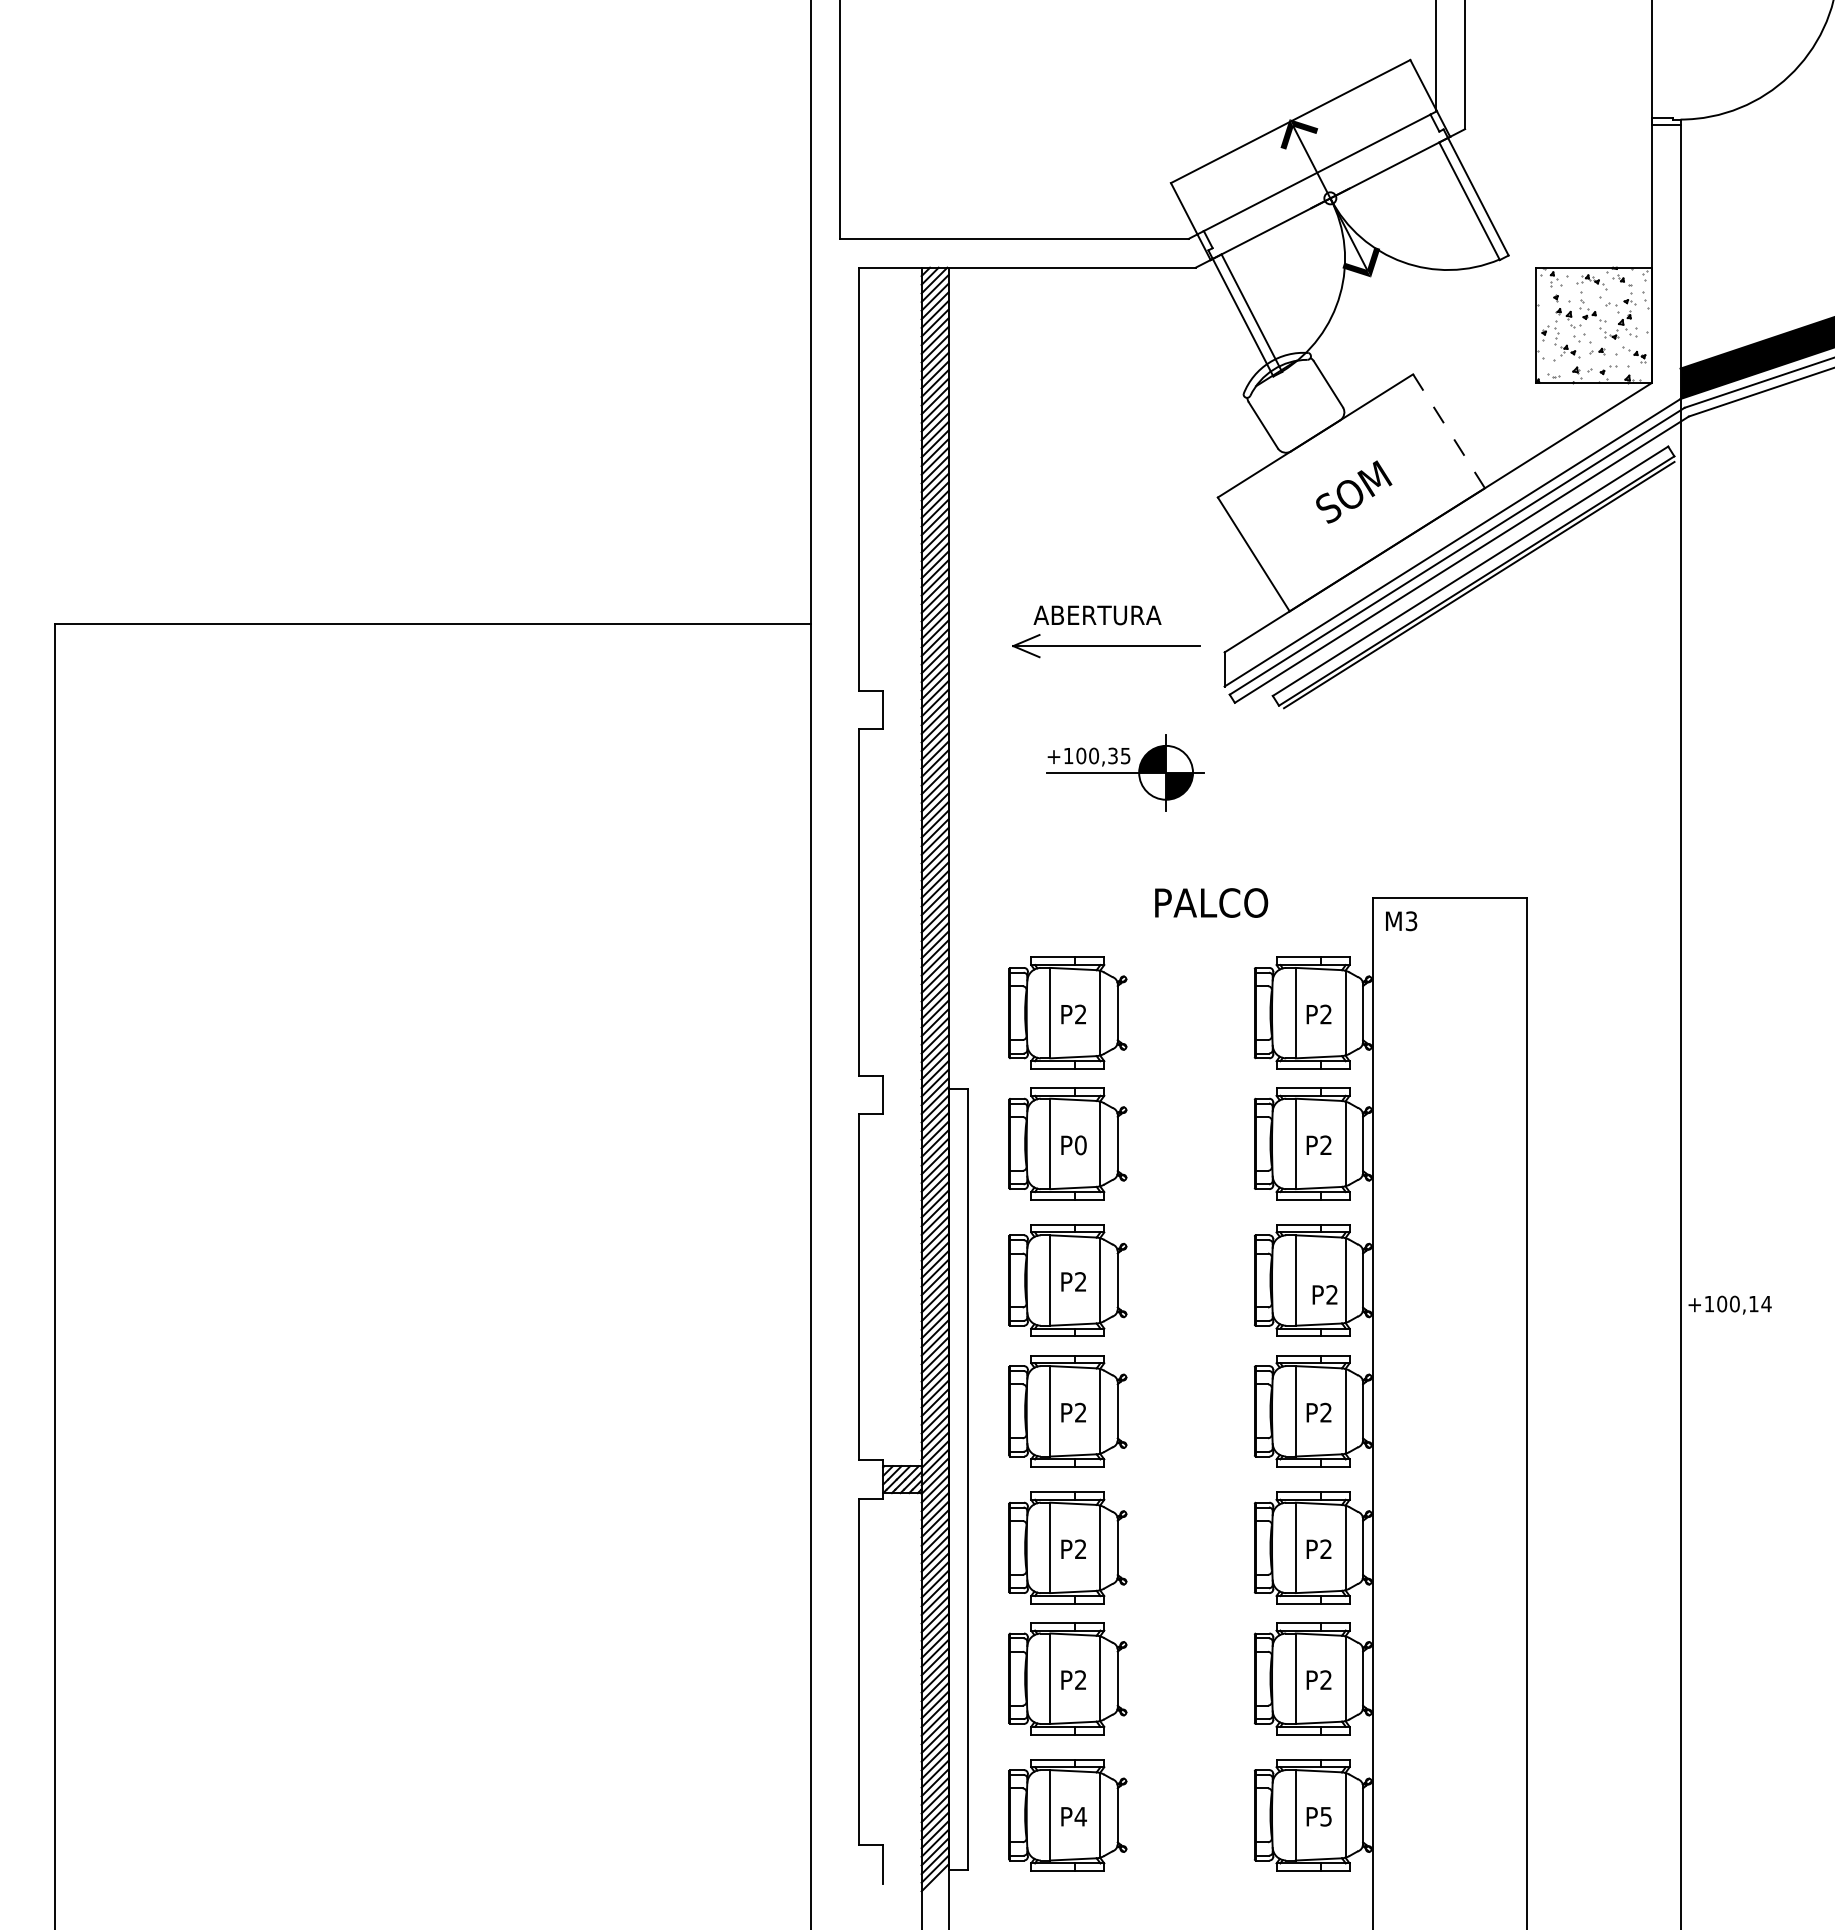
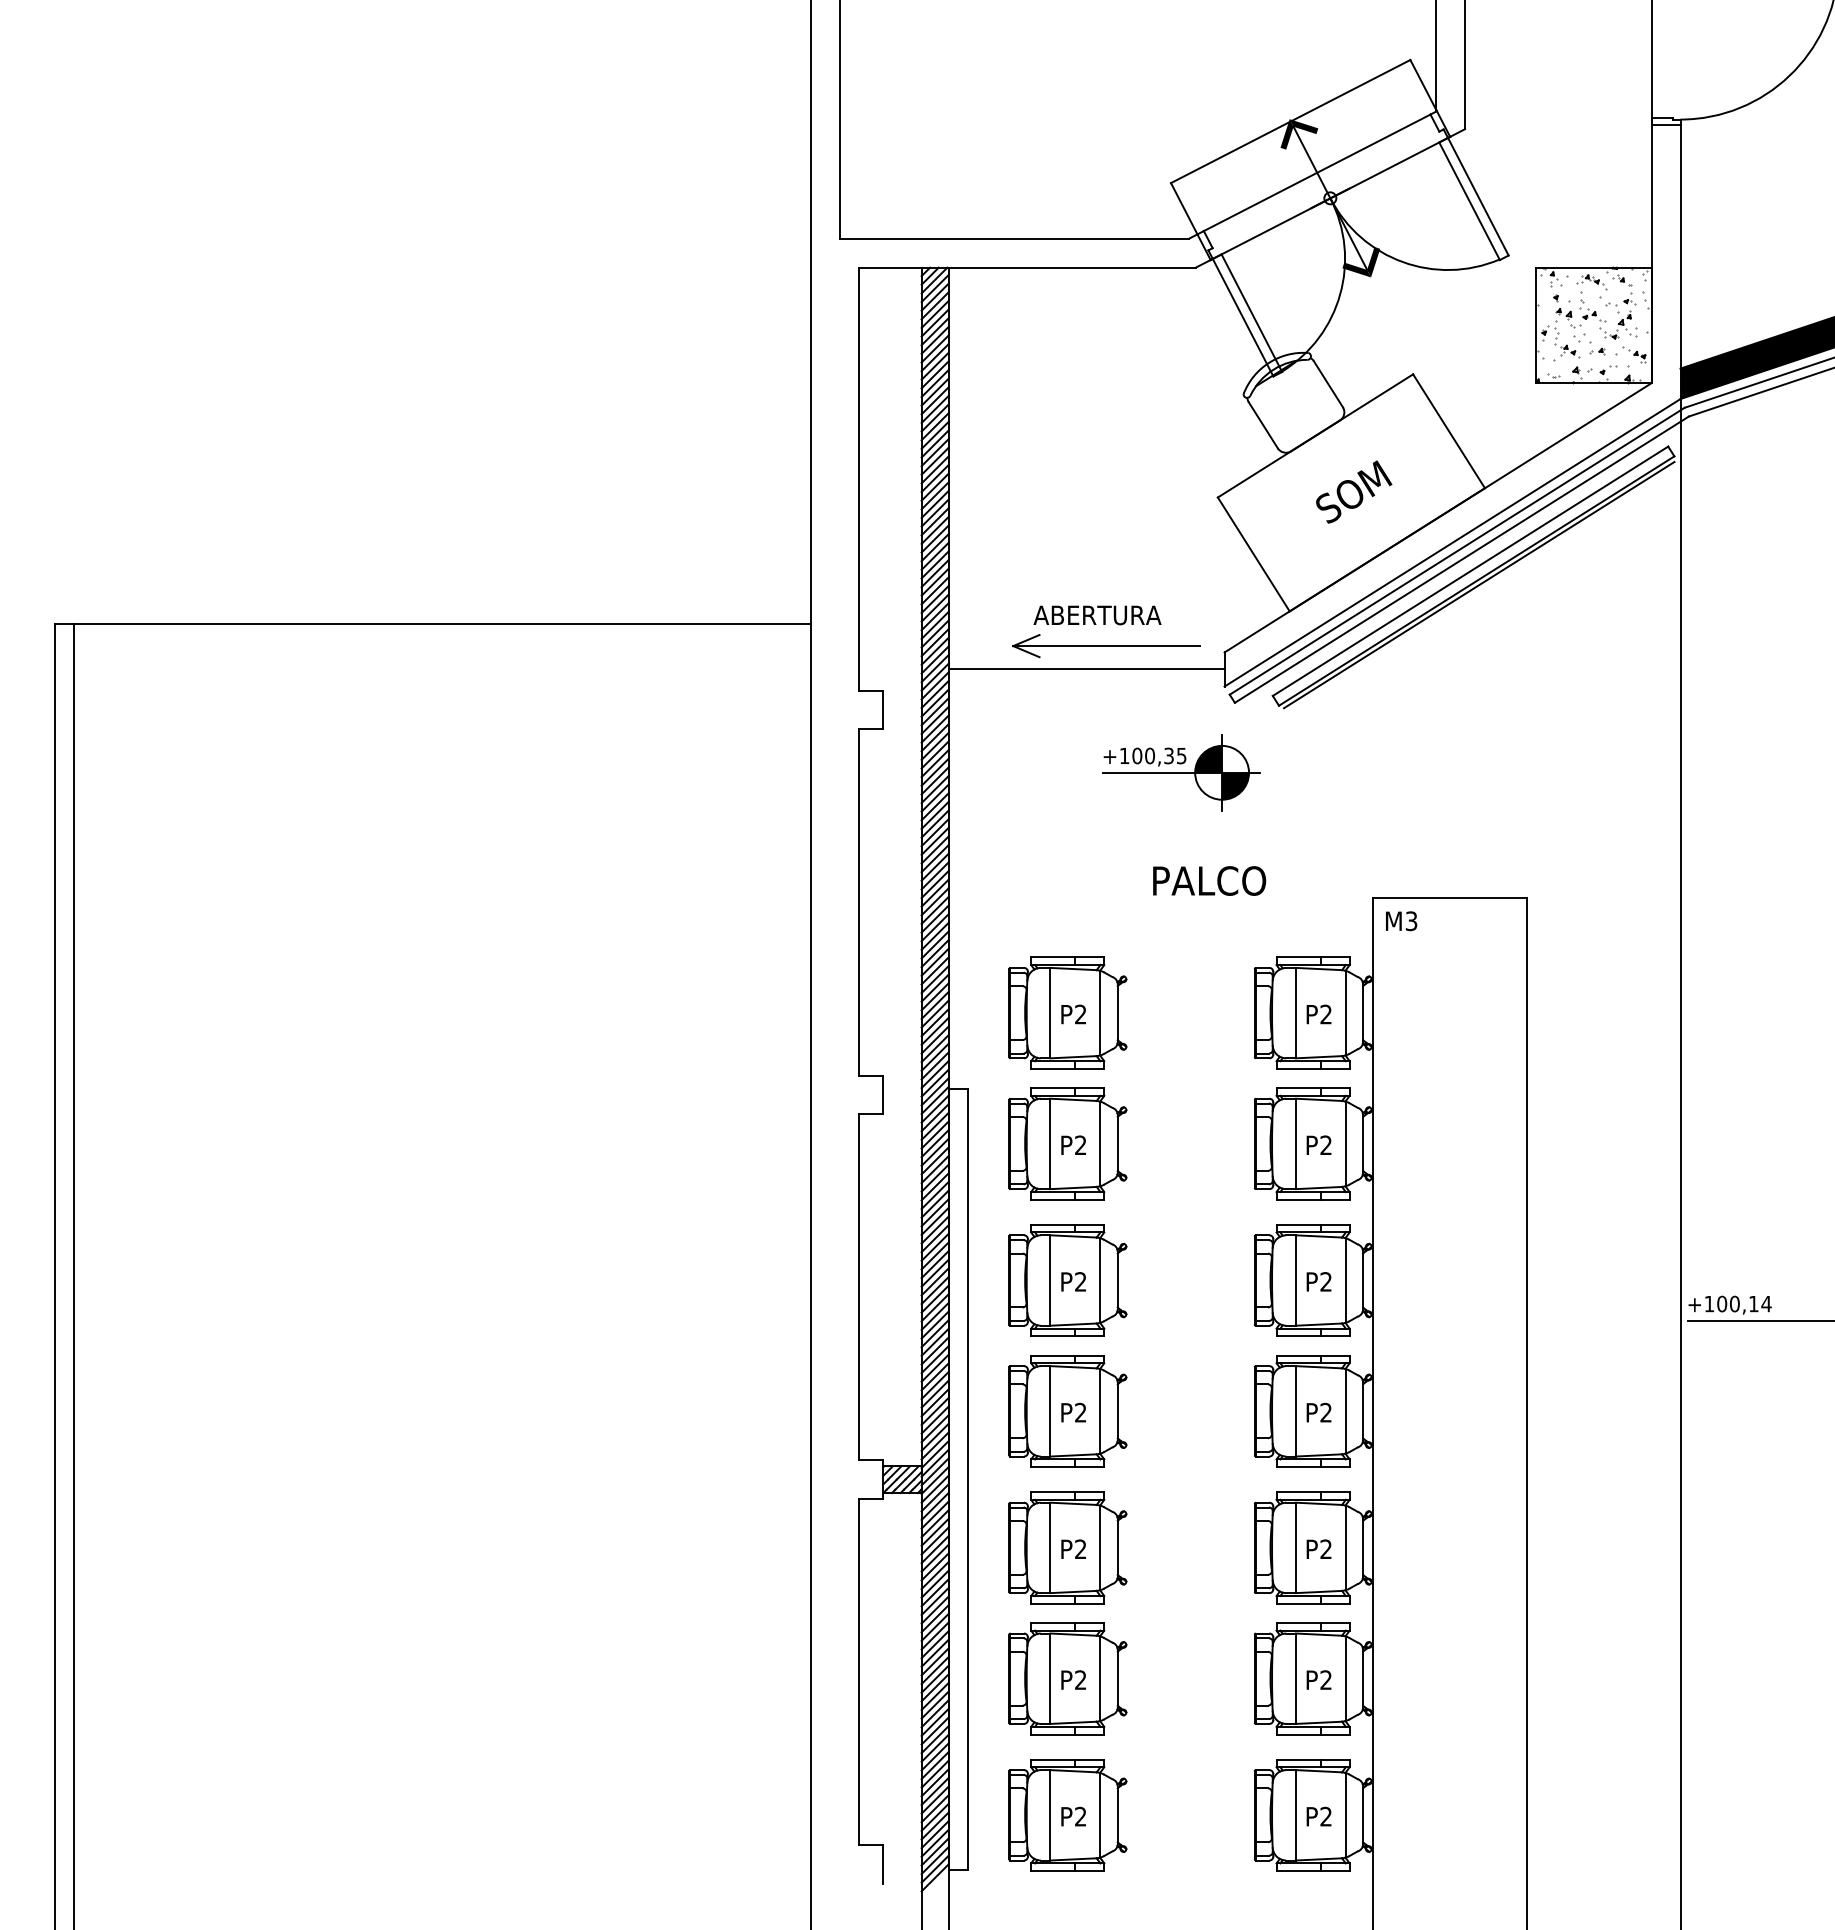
line at (1448, 430): dashed -> solid
line at (1086, 669): none -> present
part at (1125, 772) position: (1125, 772) -> (1181, 772)
text at (1211, 902) position: (1211, 902) -> (1209, 880)
text at (1080, 1145): P0 -> P2
line at (74, 1274): none -> present
text at (1324, 1294) position: (1324, 1294) -> (1318, 1281)
line at (1759, 1320): none -> present
text at (1080, 1816): P4 -> P2
text at (1325, 1816): P5 -> P2
